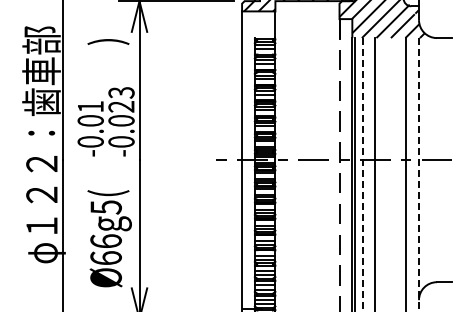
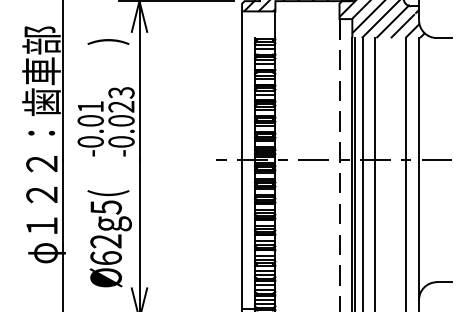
line at (362, 174): dashed -> solid
line at (419, 174): dashed -> solid
text at (105, 241): Ø66g5( -> Ø62g5(
